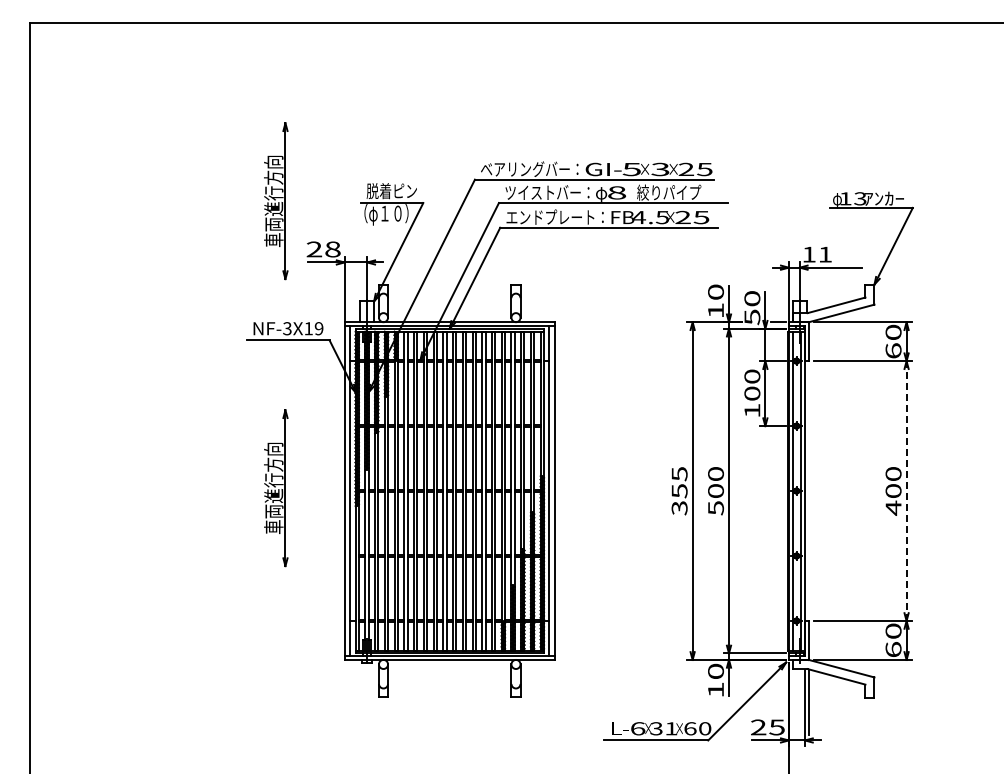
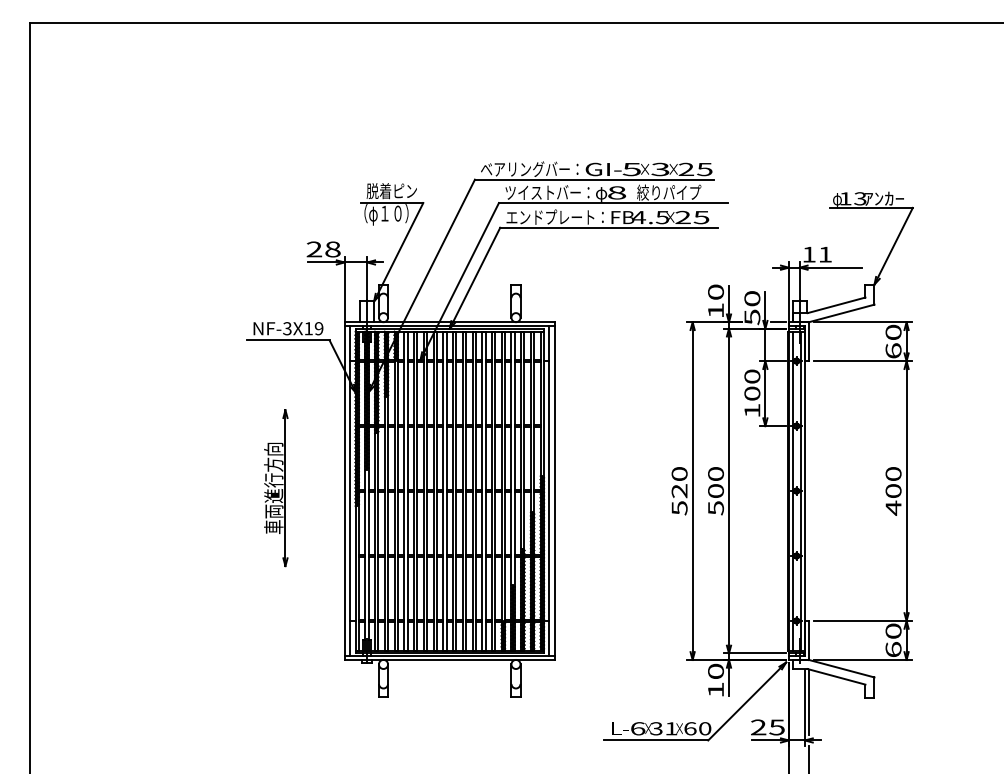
part at (276, 201): present -> none
text at (679, 490): 355 -> 520
line at (906, 491): dashed -> solid
line at (808, 757): none -> present
